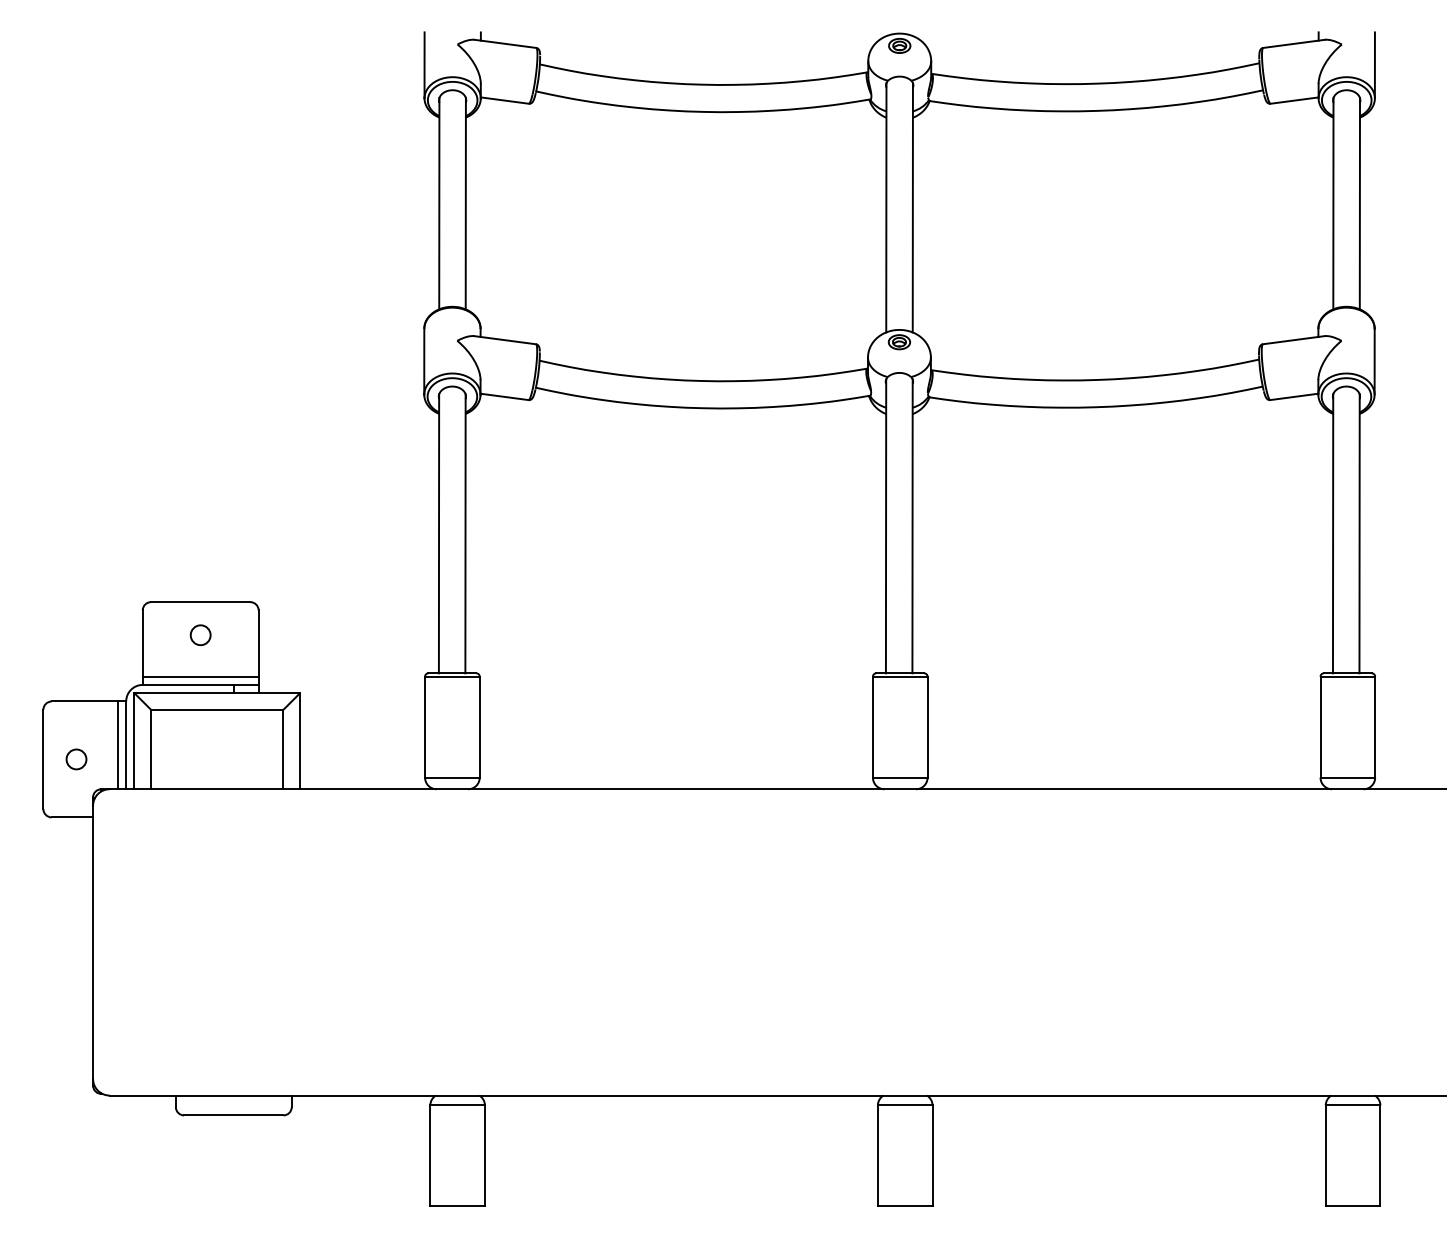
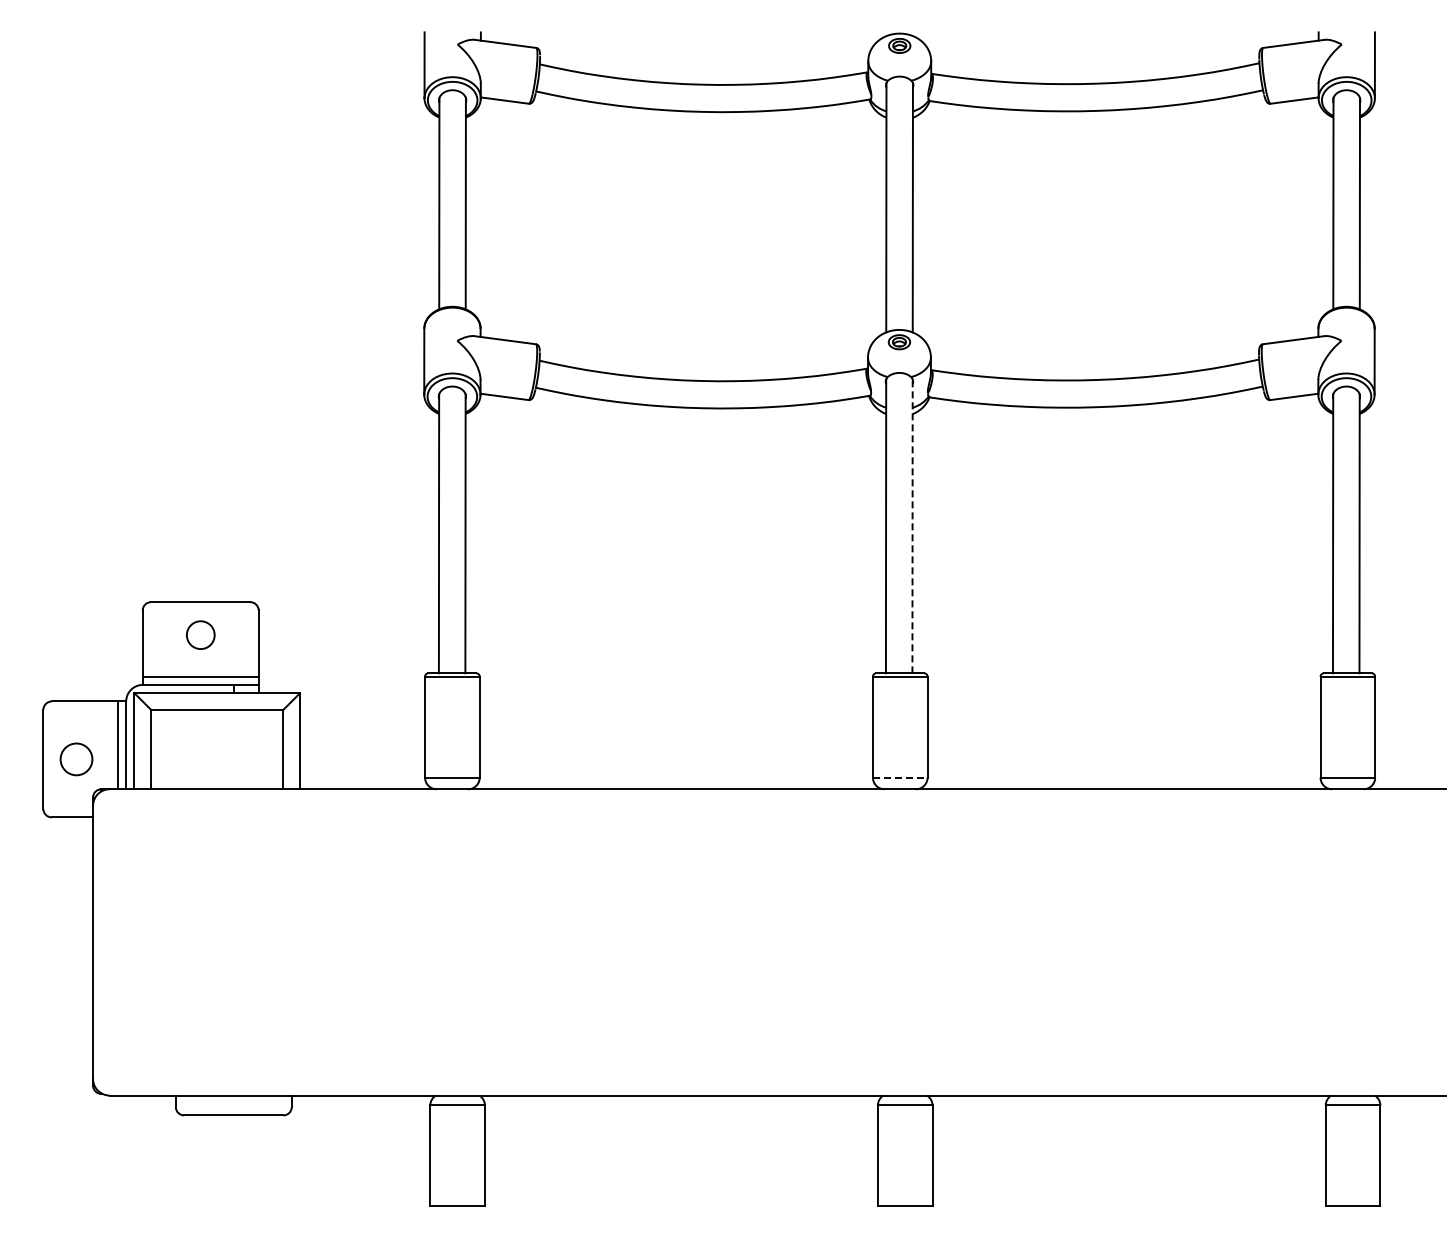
line at (912, 526): solid -> dashed
circle at (200, 635) size: 23x23 px -> 30x30 px
circle at (76, 759) size: 23x23 px -> 35x35 px
line at (900, 777): solid -> dashed
